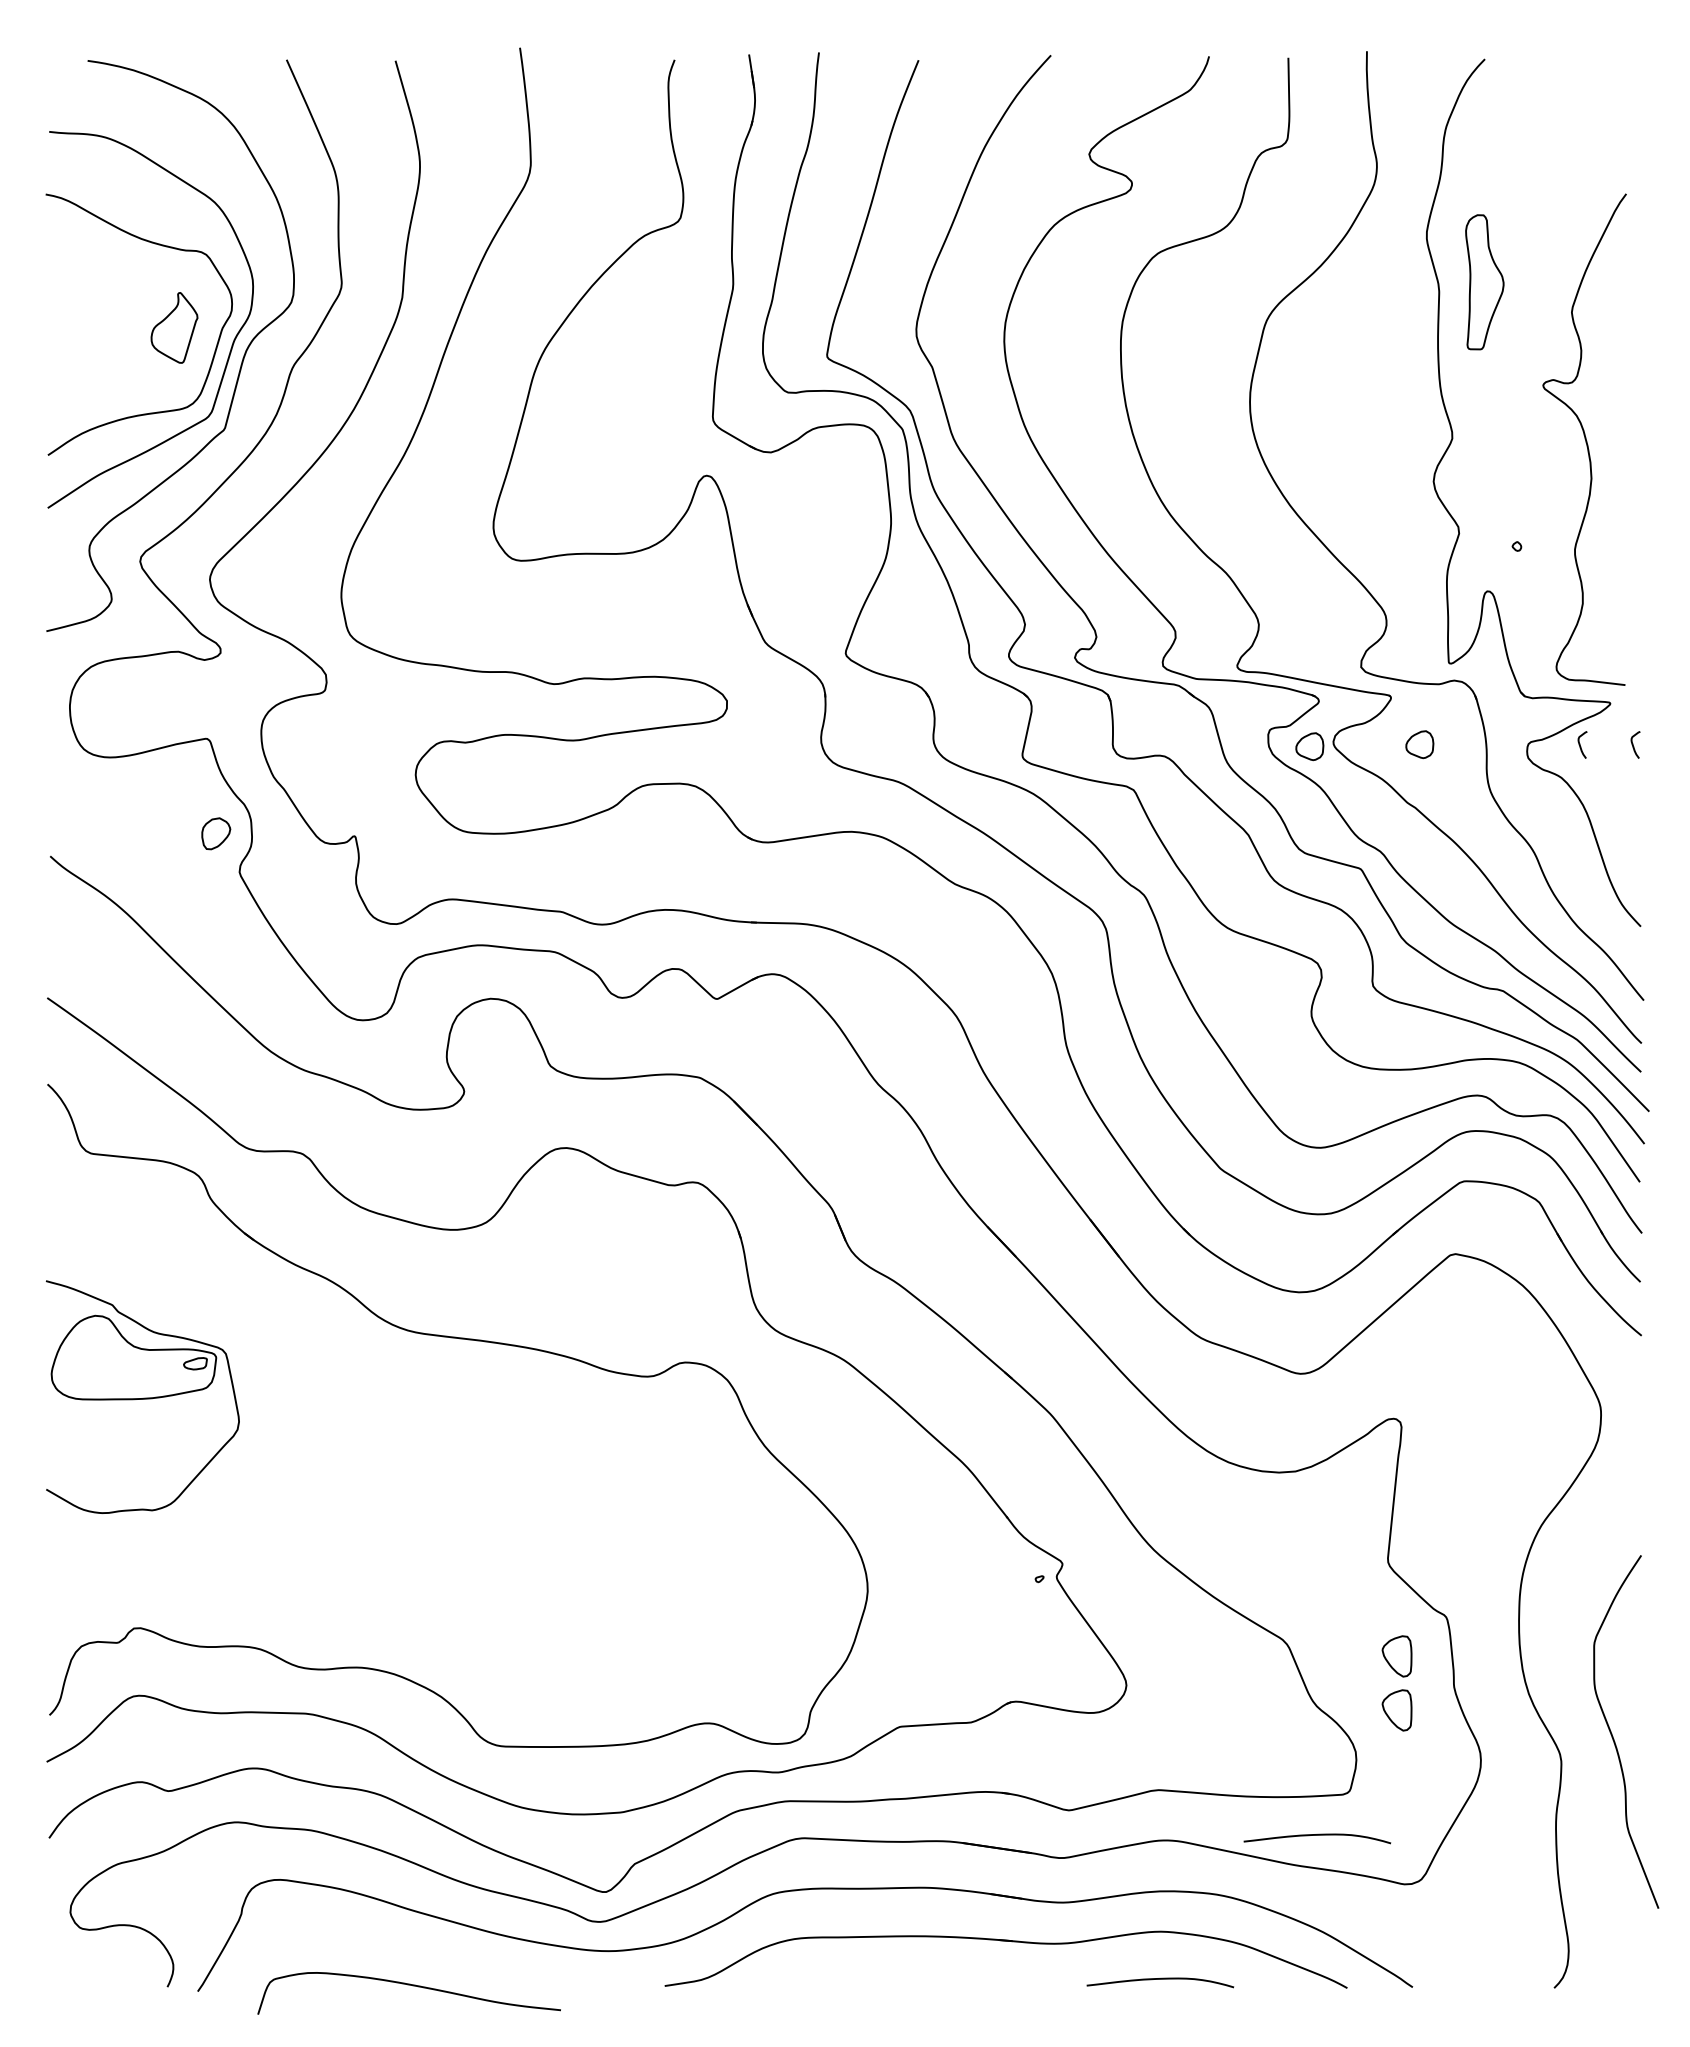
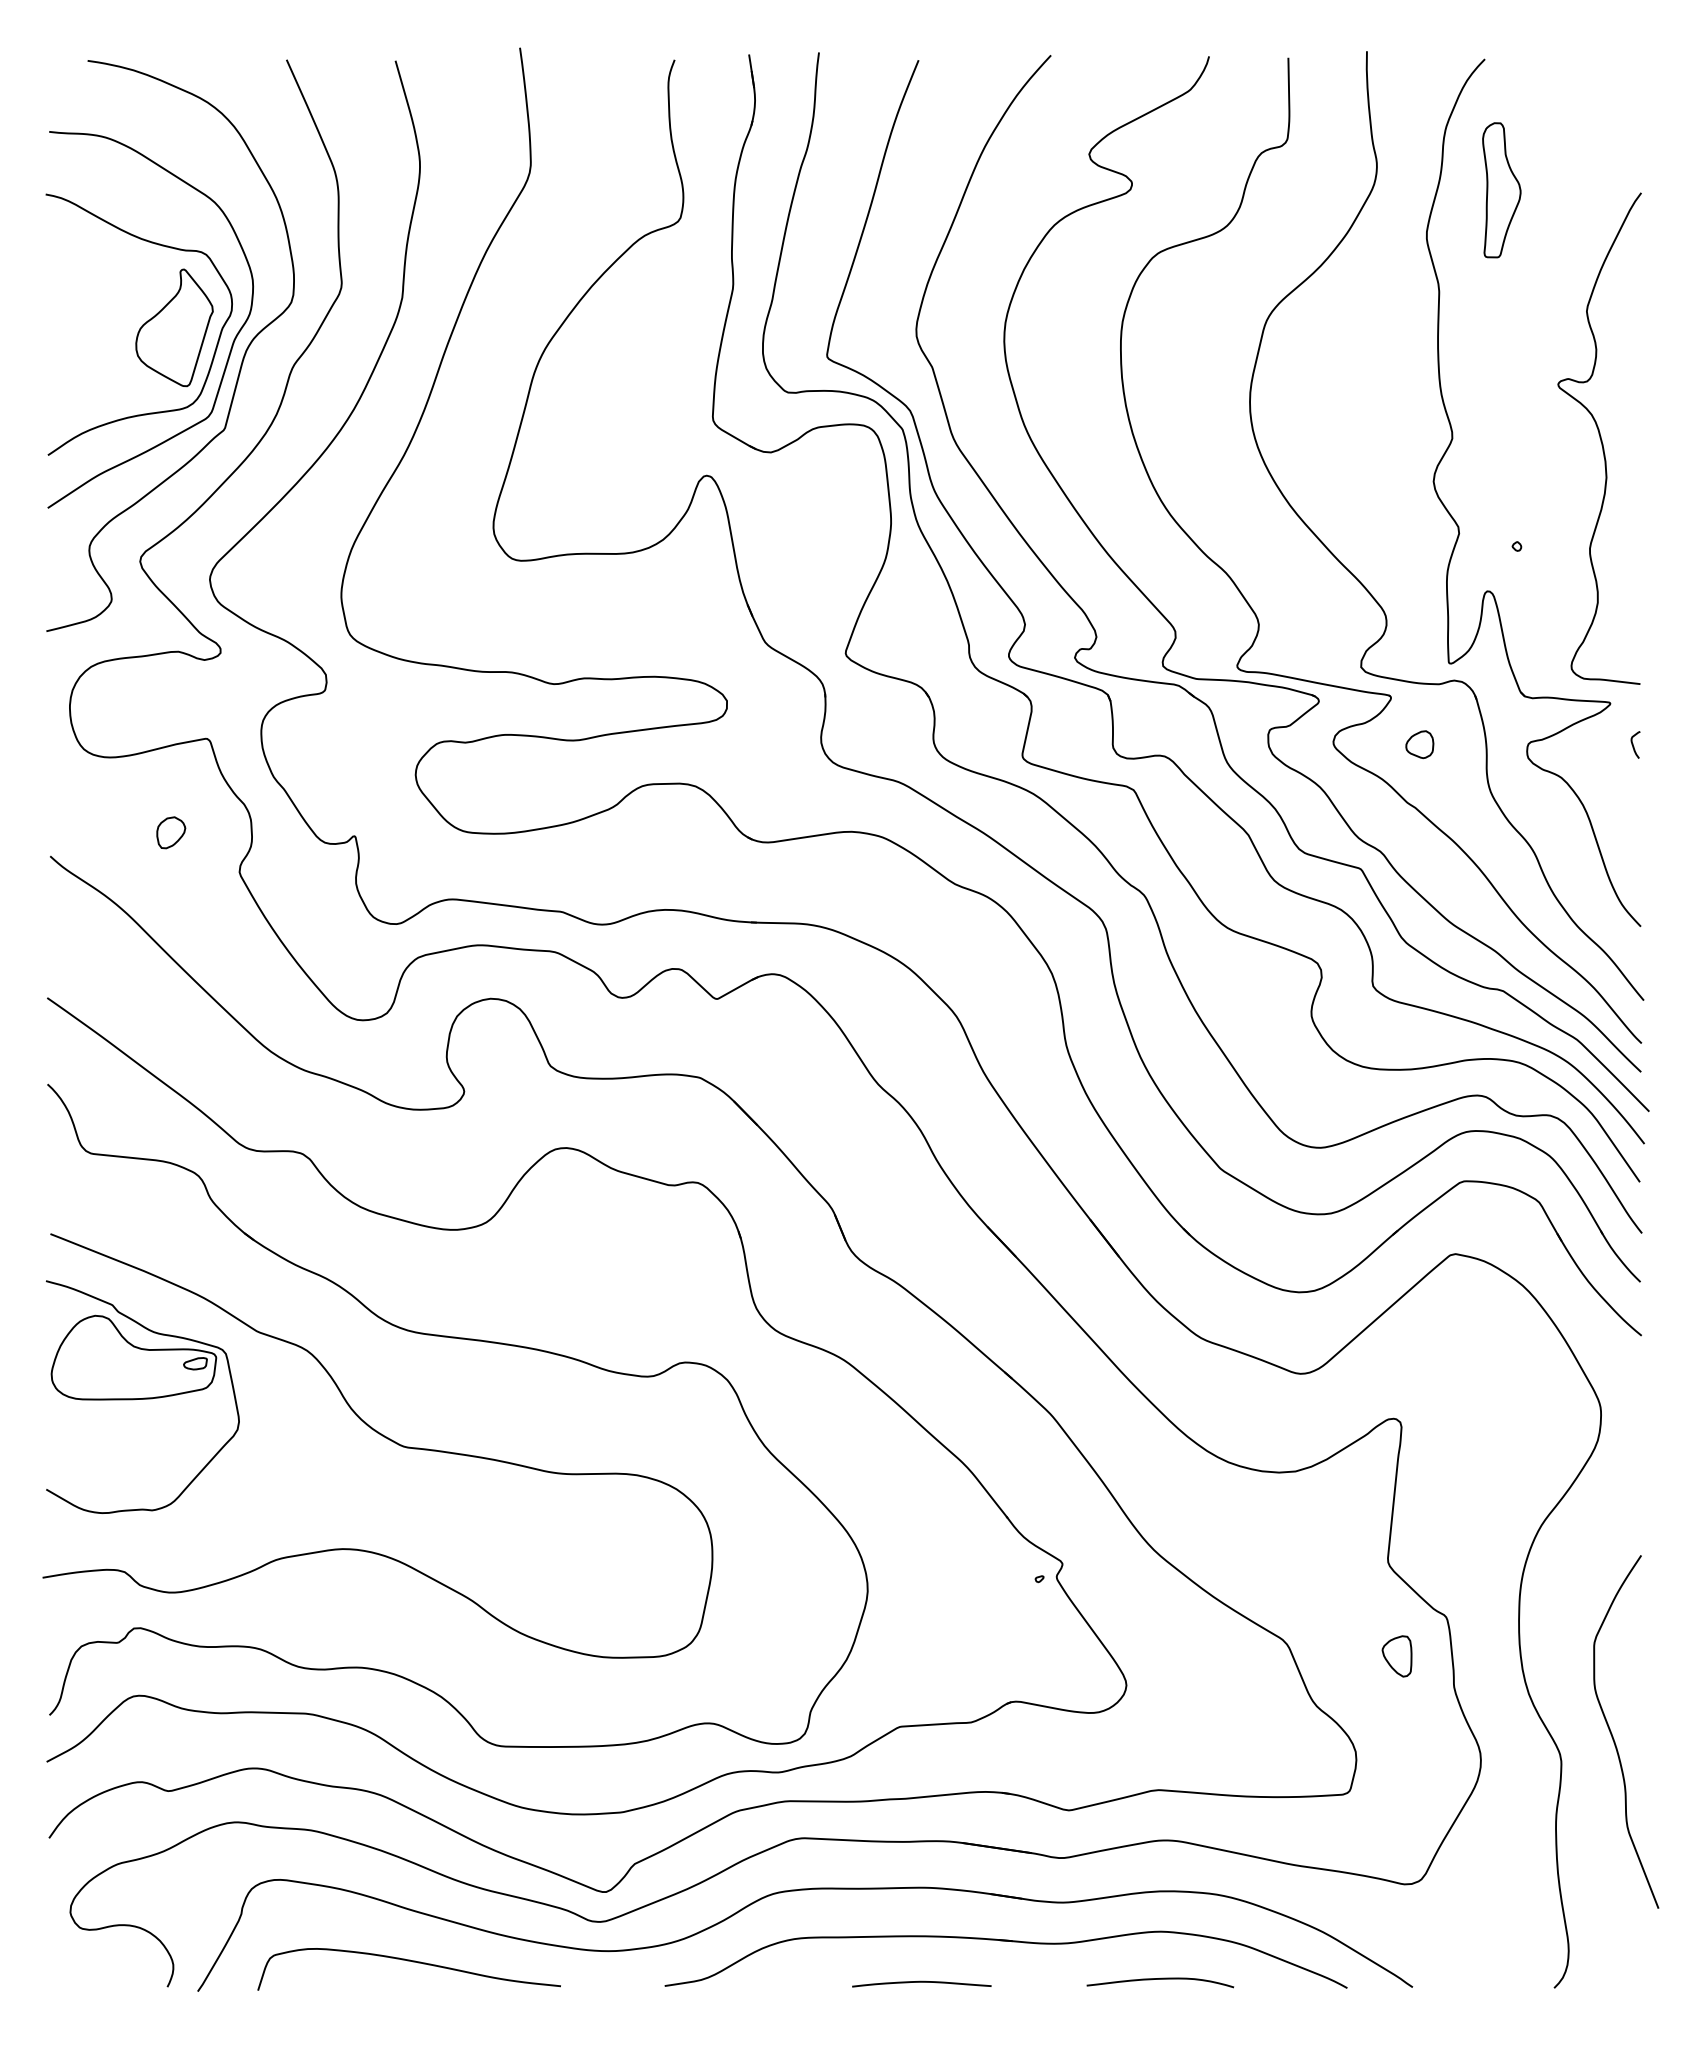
part at (1484, 282) position: (1484, 282) -> (1501, 190)
part at (174, 327) size: 49x72 px -> 79x120 px
curve at (1584, 439) position: (1584, 439) -> (1599, 438)
curve at (1580, 744): present -> none
part at (1309, 746): present -> none
part at (216, 833) position: (216, 833) -> (171, 832)
curve at (382, 1436): none -> present
part at (1396, 1710): present -> none
curve at (1317, 1835): present -> none
curve at (921, 1982): none -> present
curve at (408, 1985) position: (408, 1985) -> (408, 1961)
